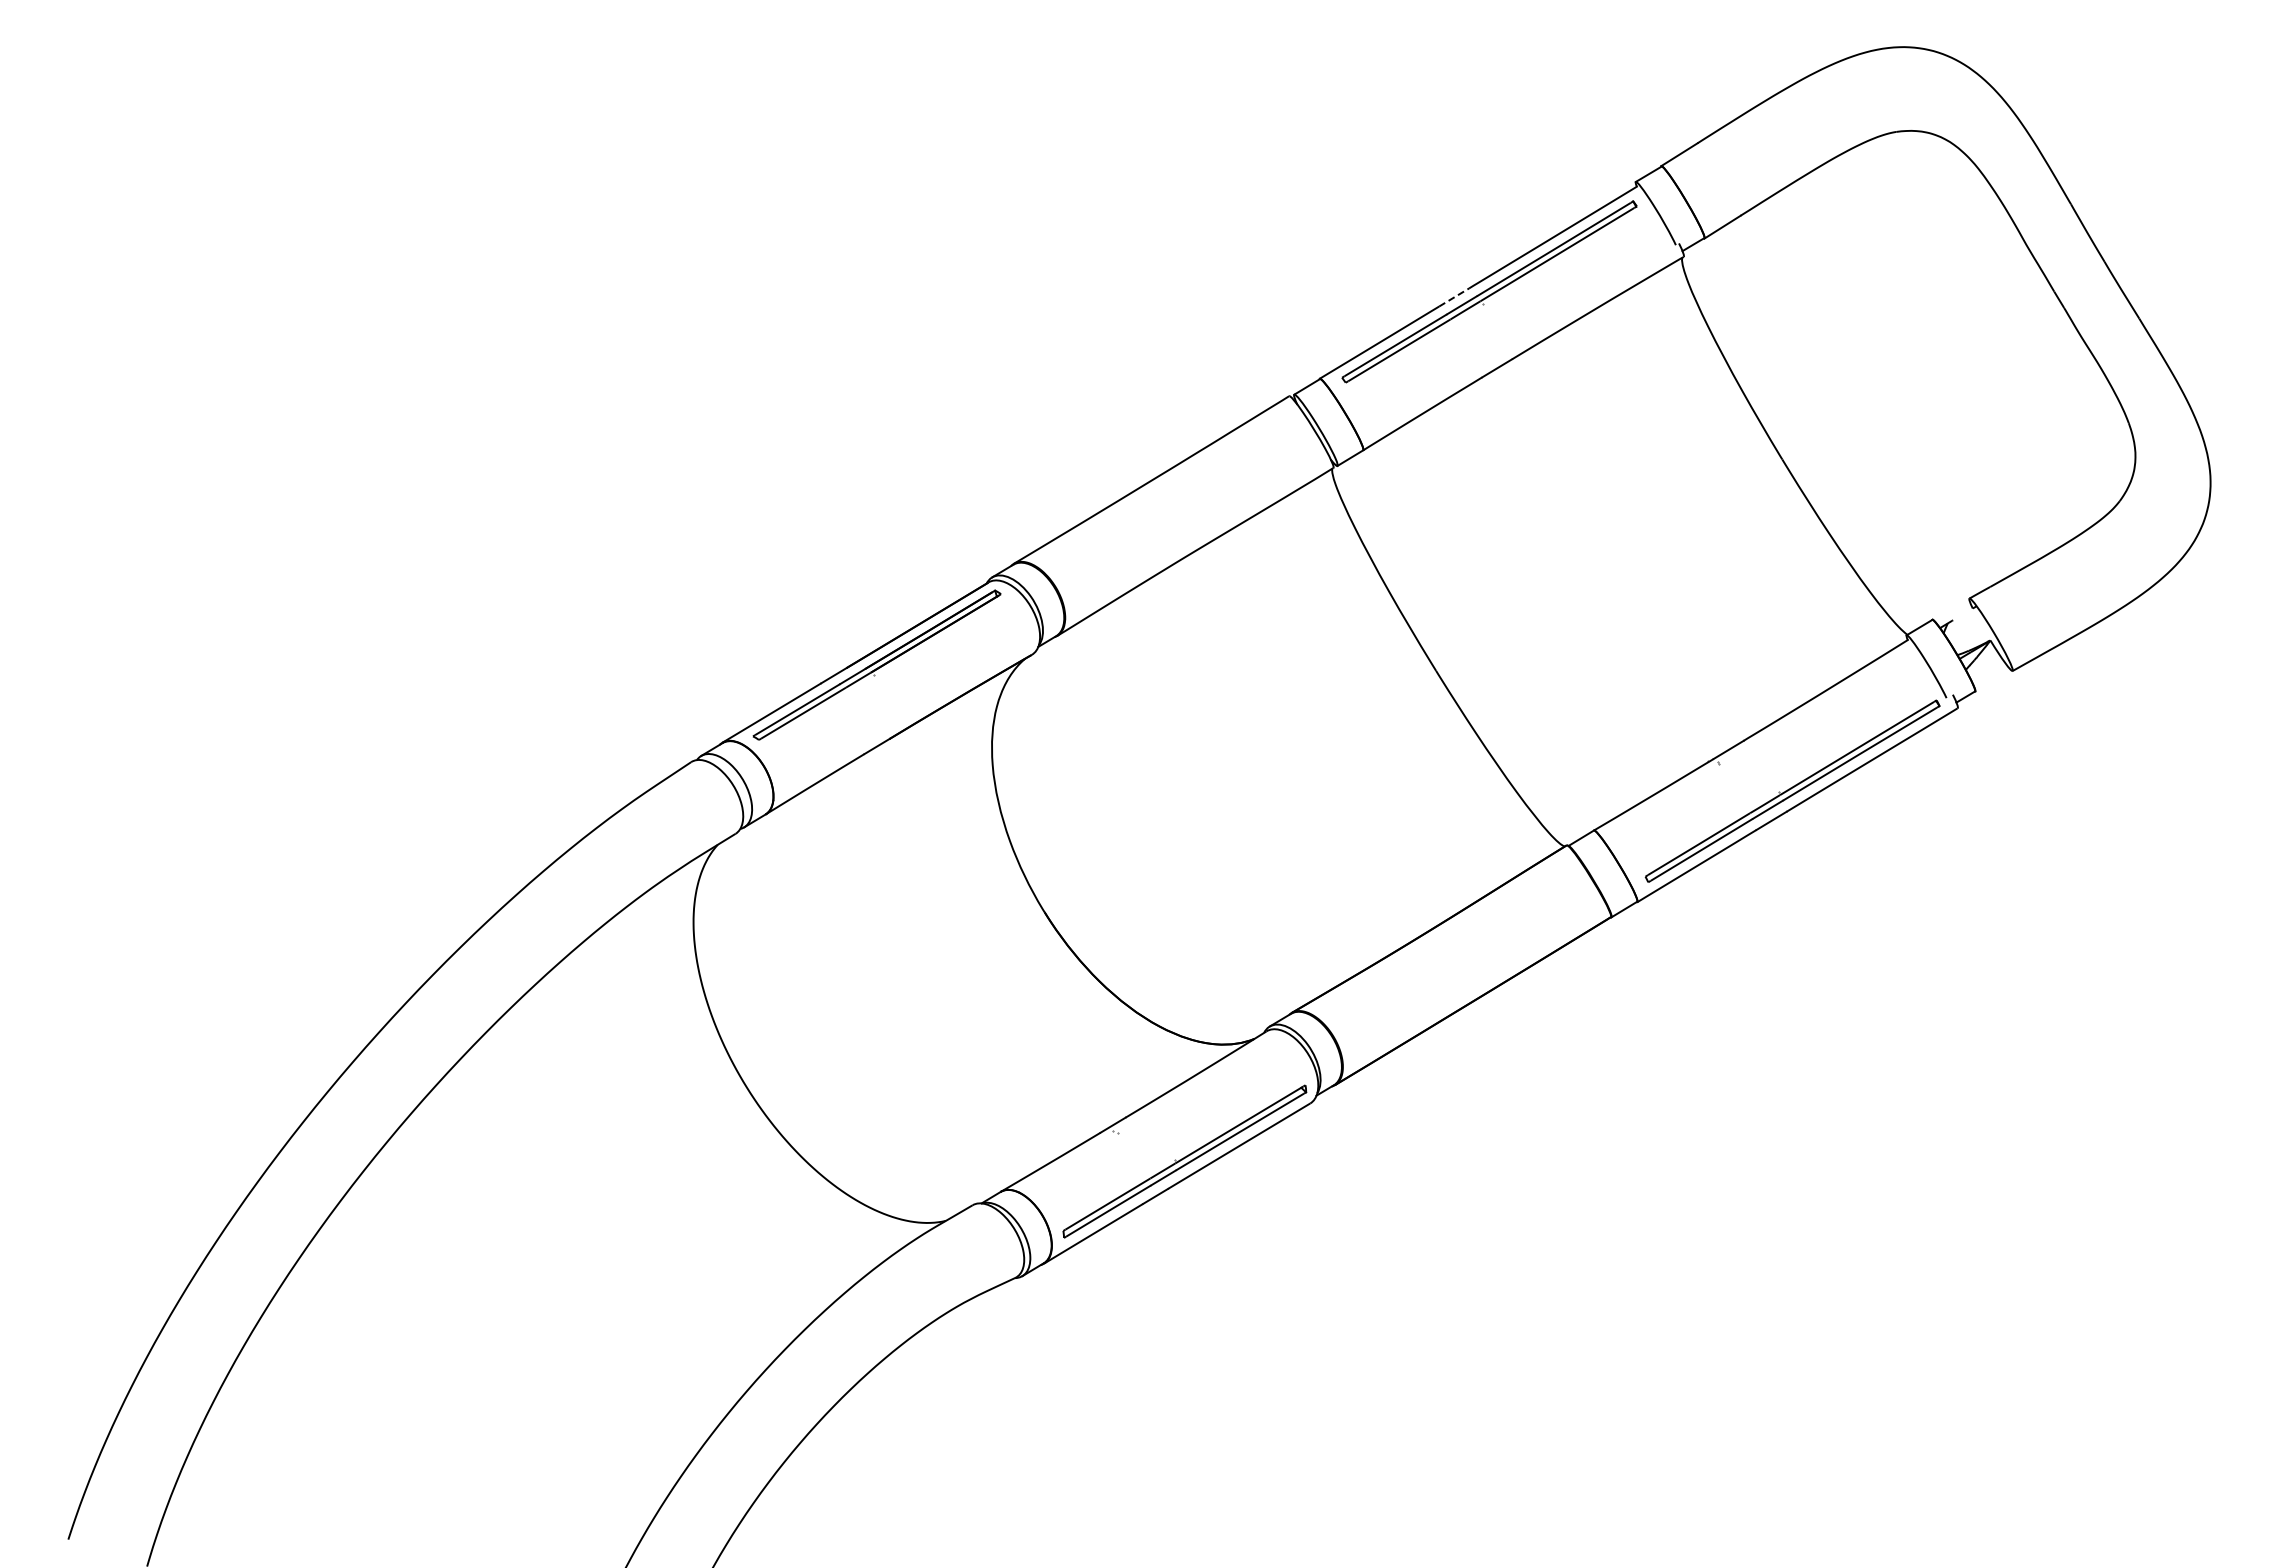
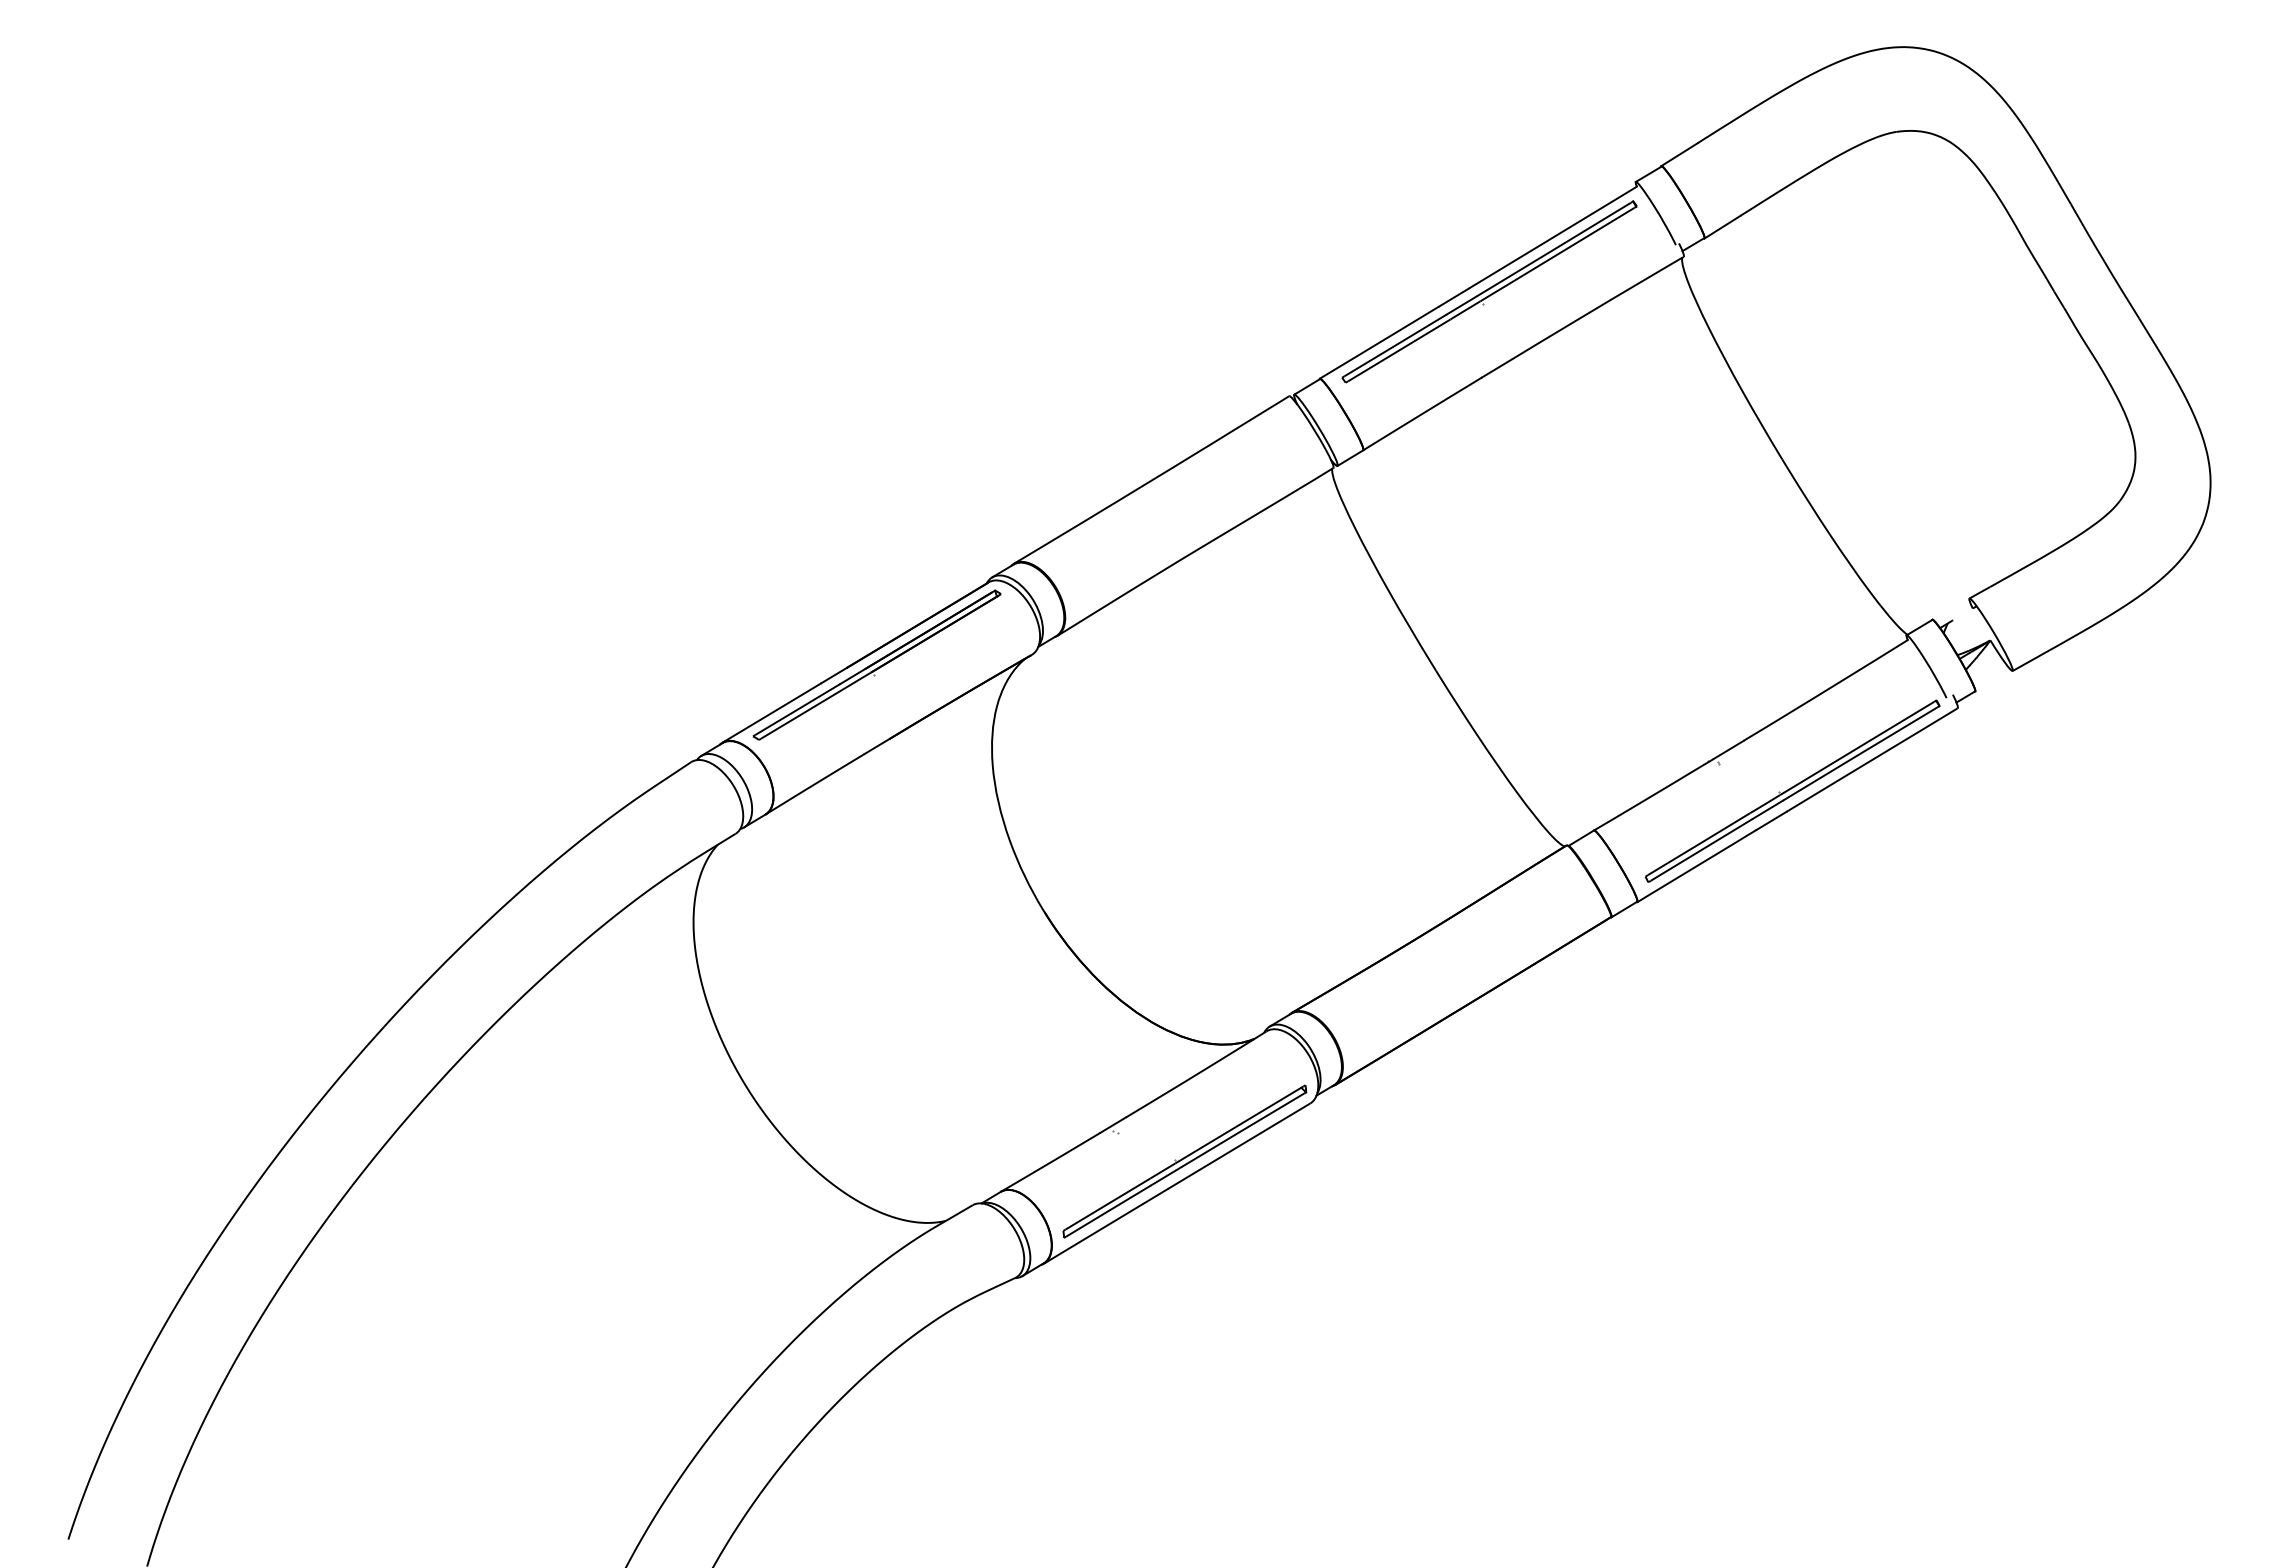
line at (1454, 297): dashed -> solid
